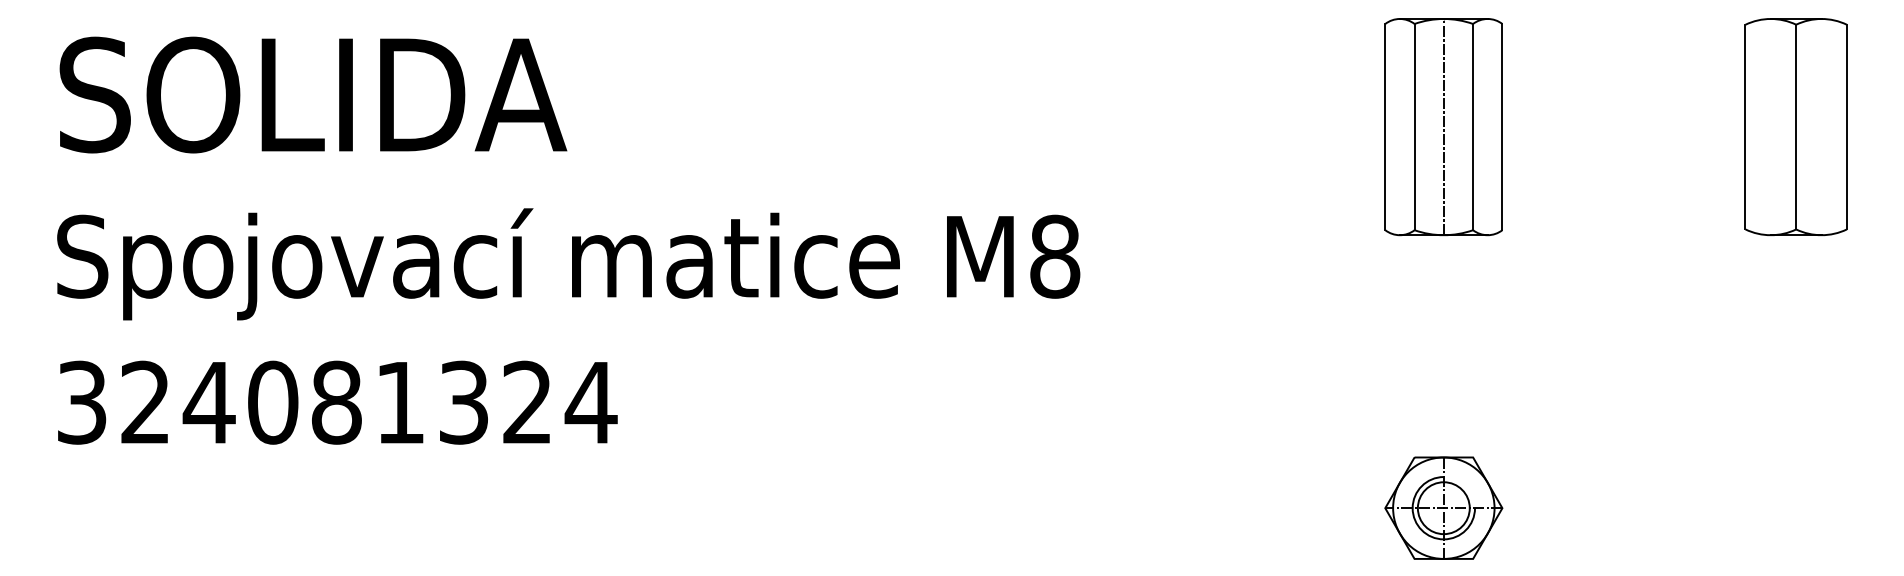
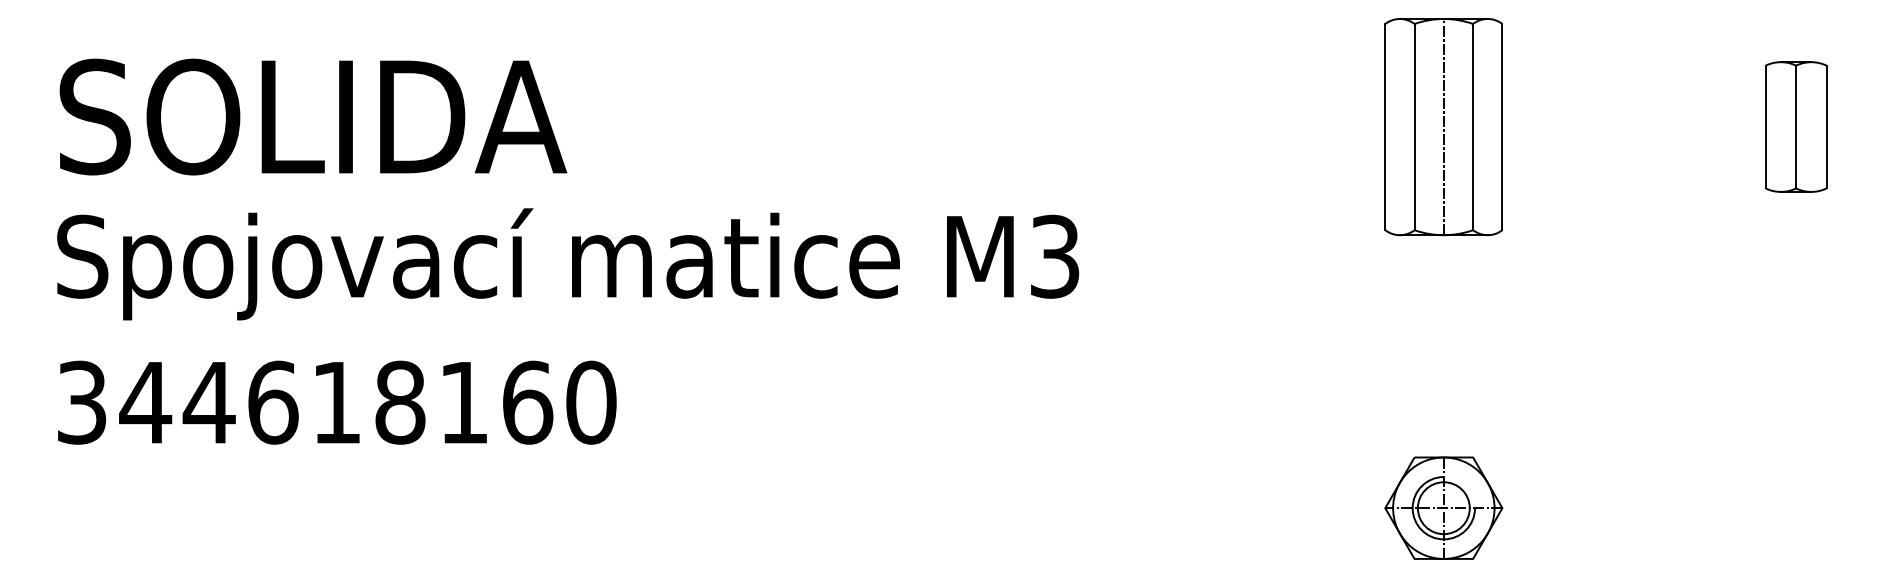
text at (313, 94) position: (313, 94) -> (313, 116)
part at (1795, 126) size: 104x218 px -> 63x132 px
text at (1055, 256): M8 -> M3
text at (368, 402): 324081324 -> 344618160
